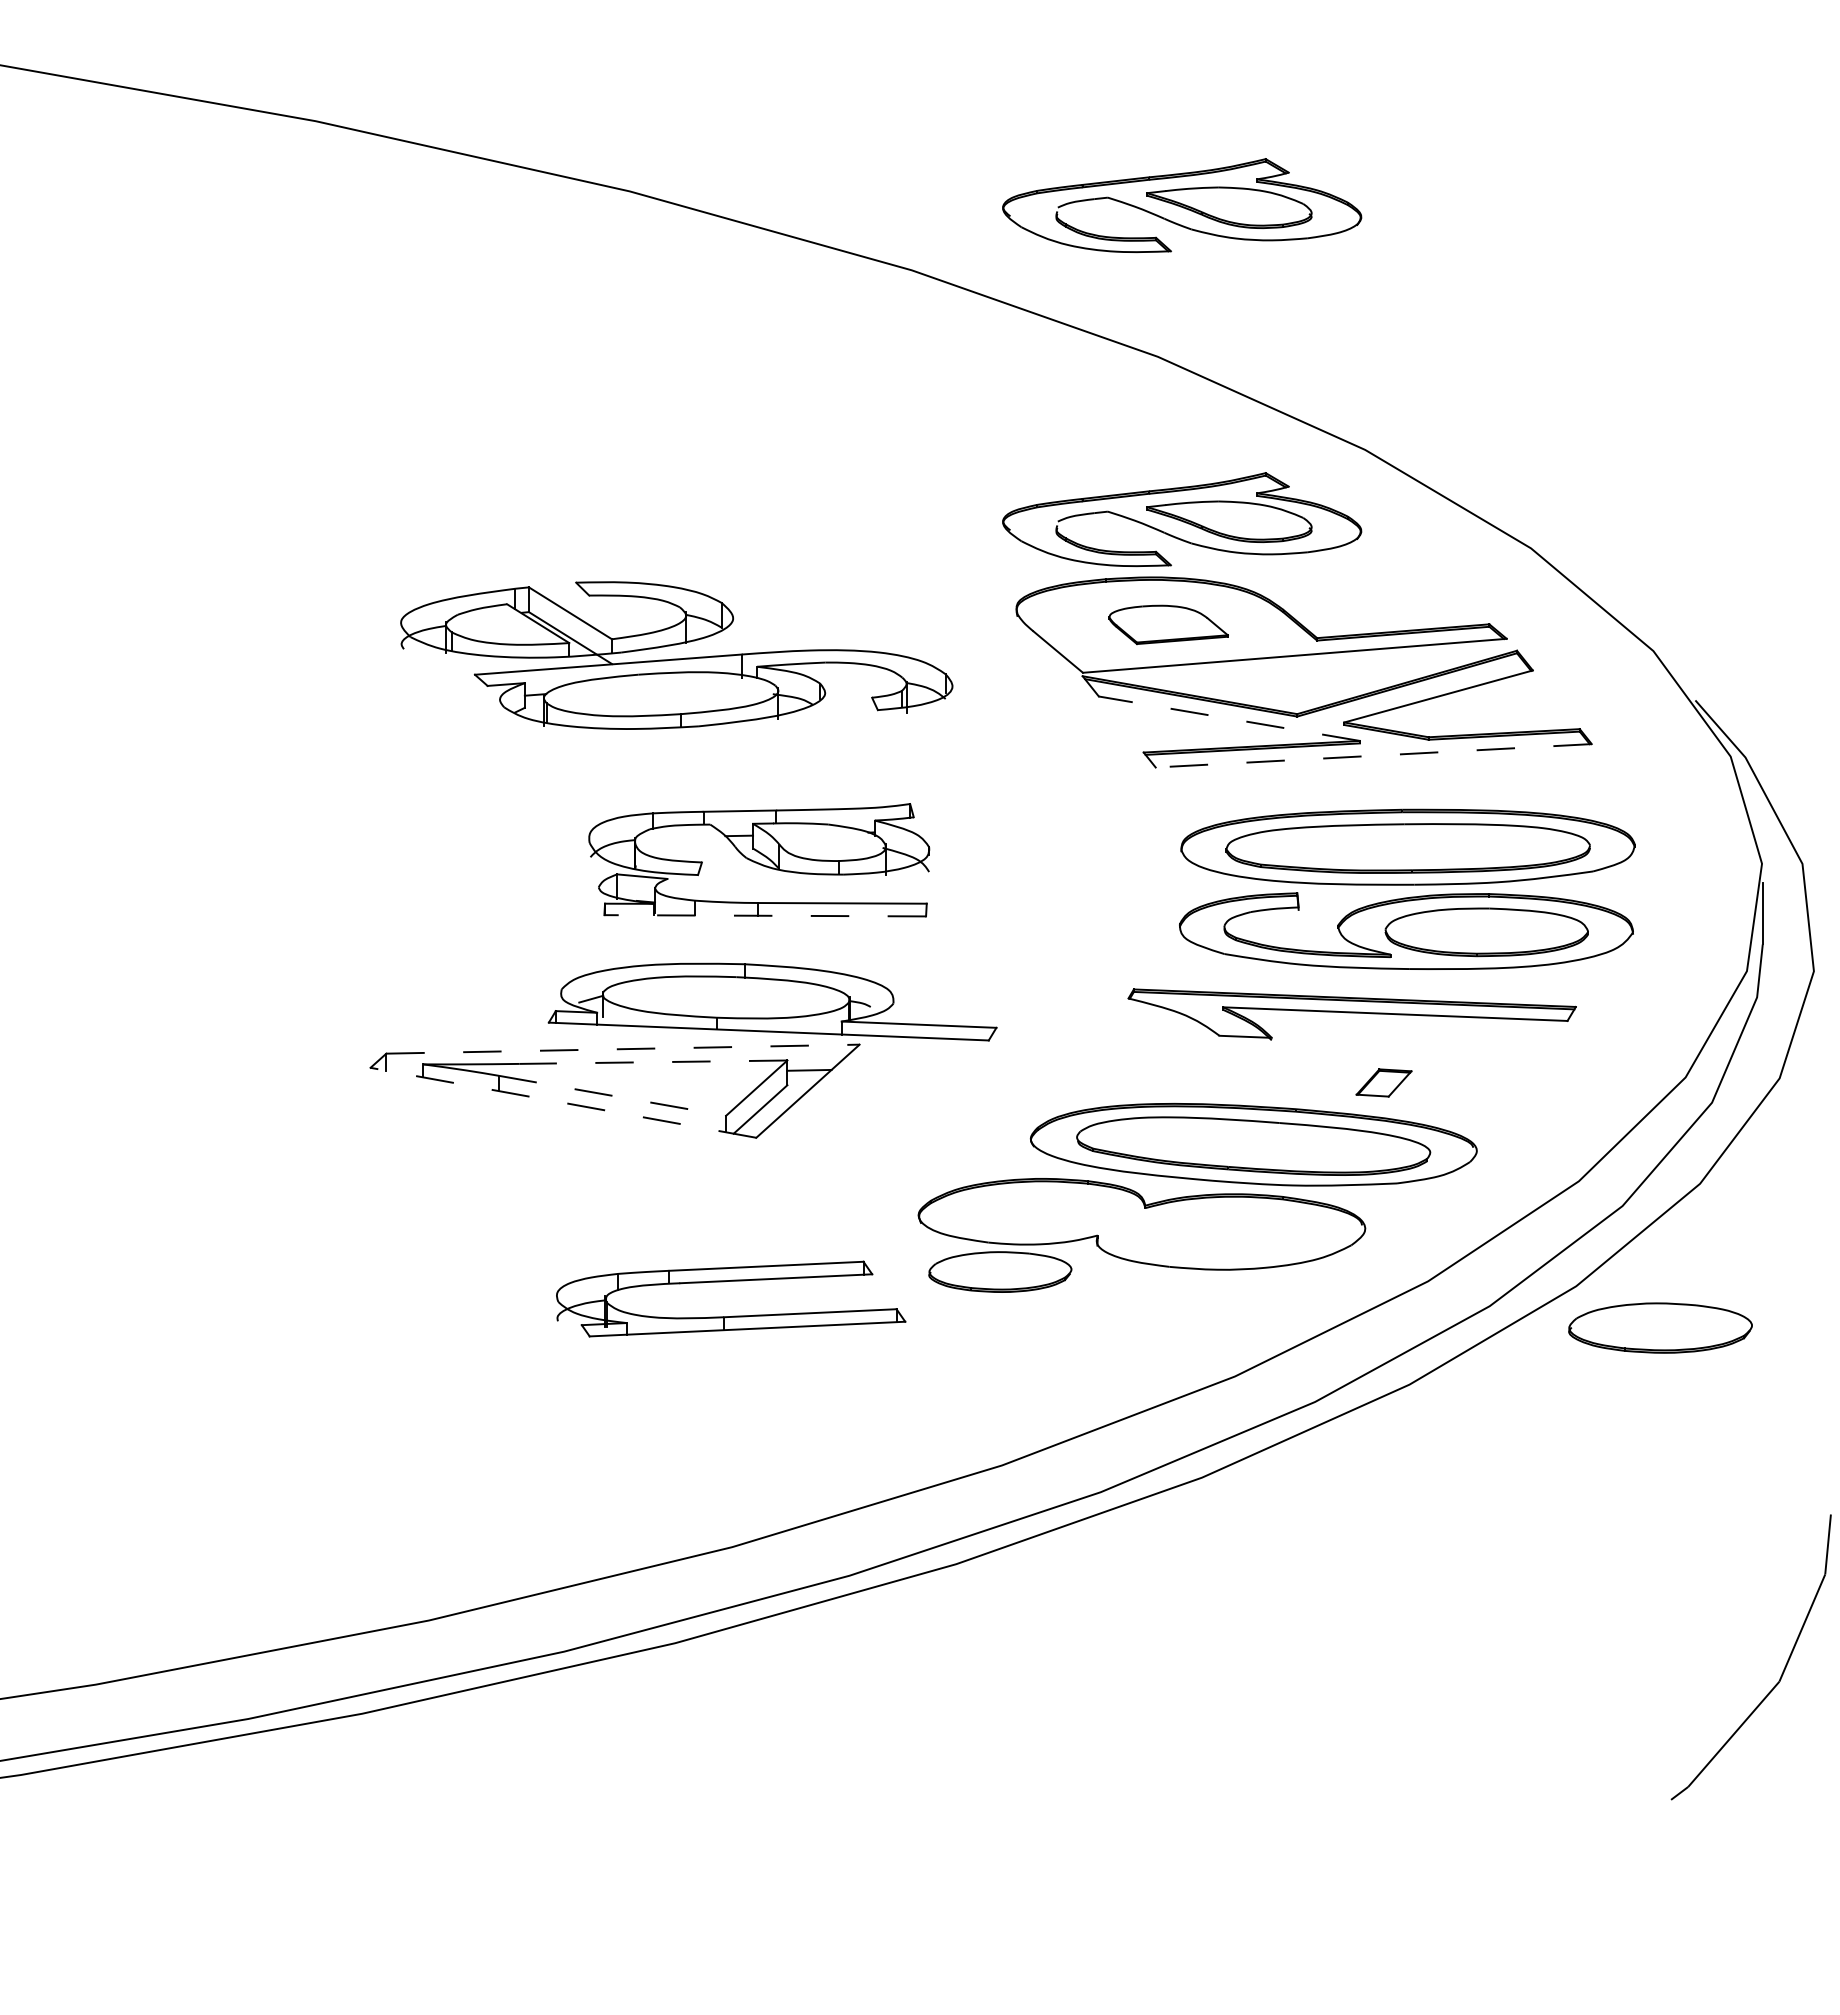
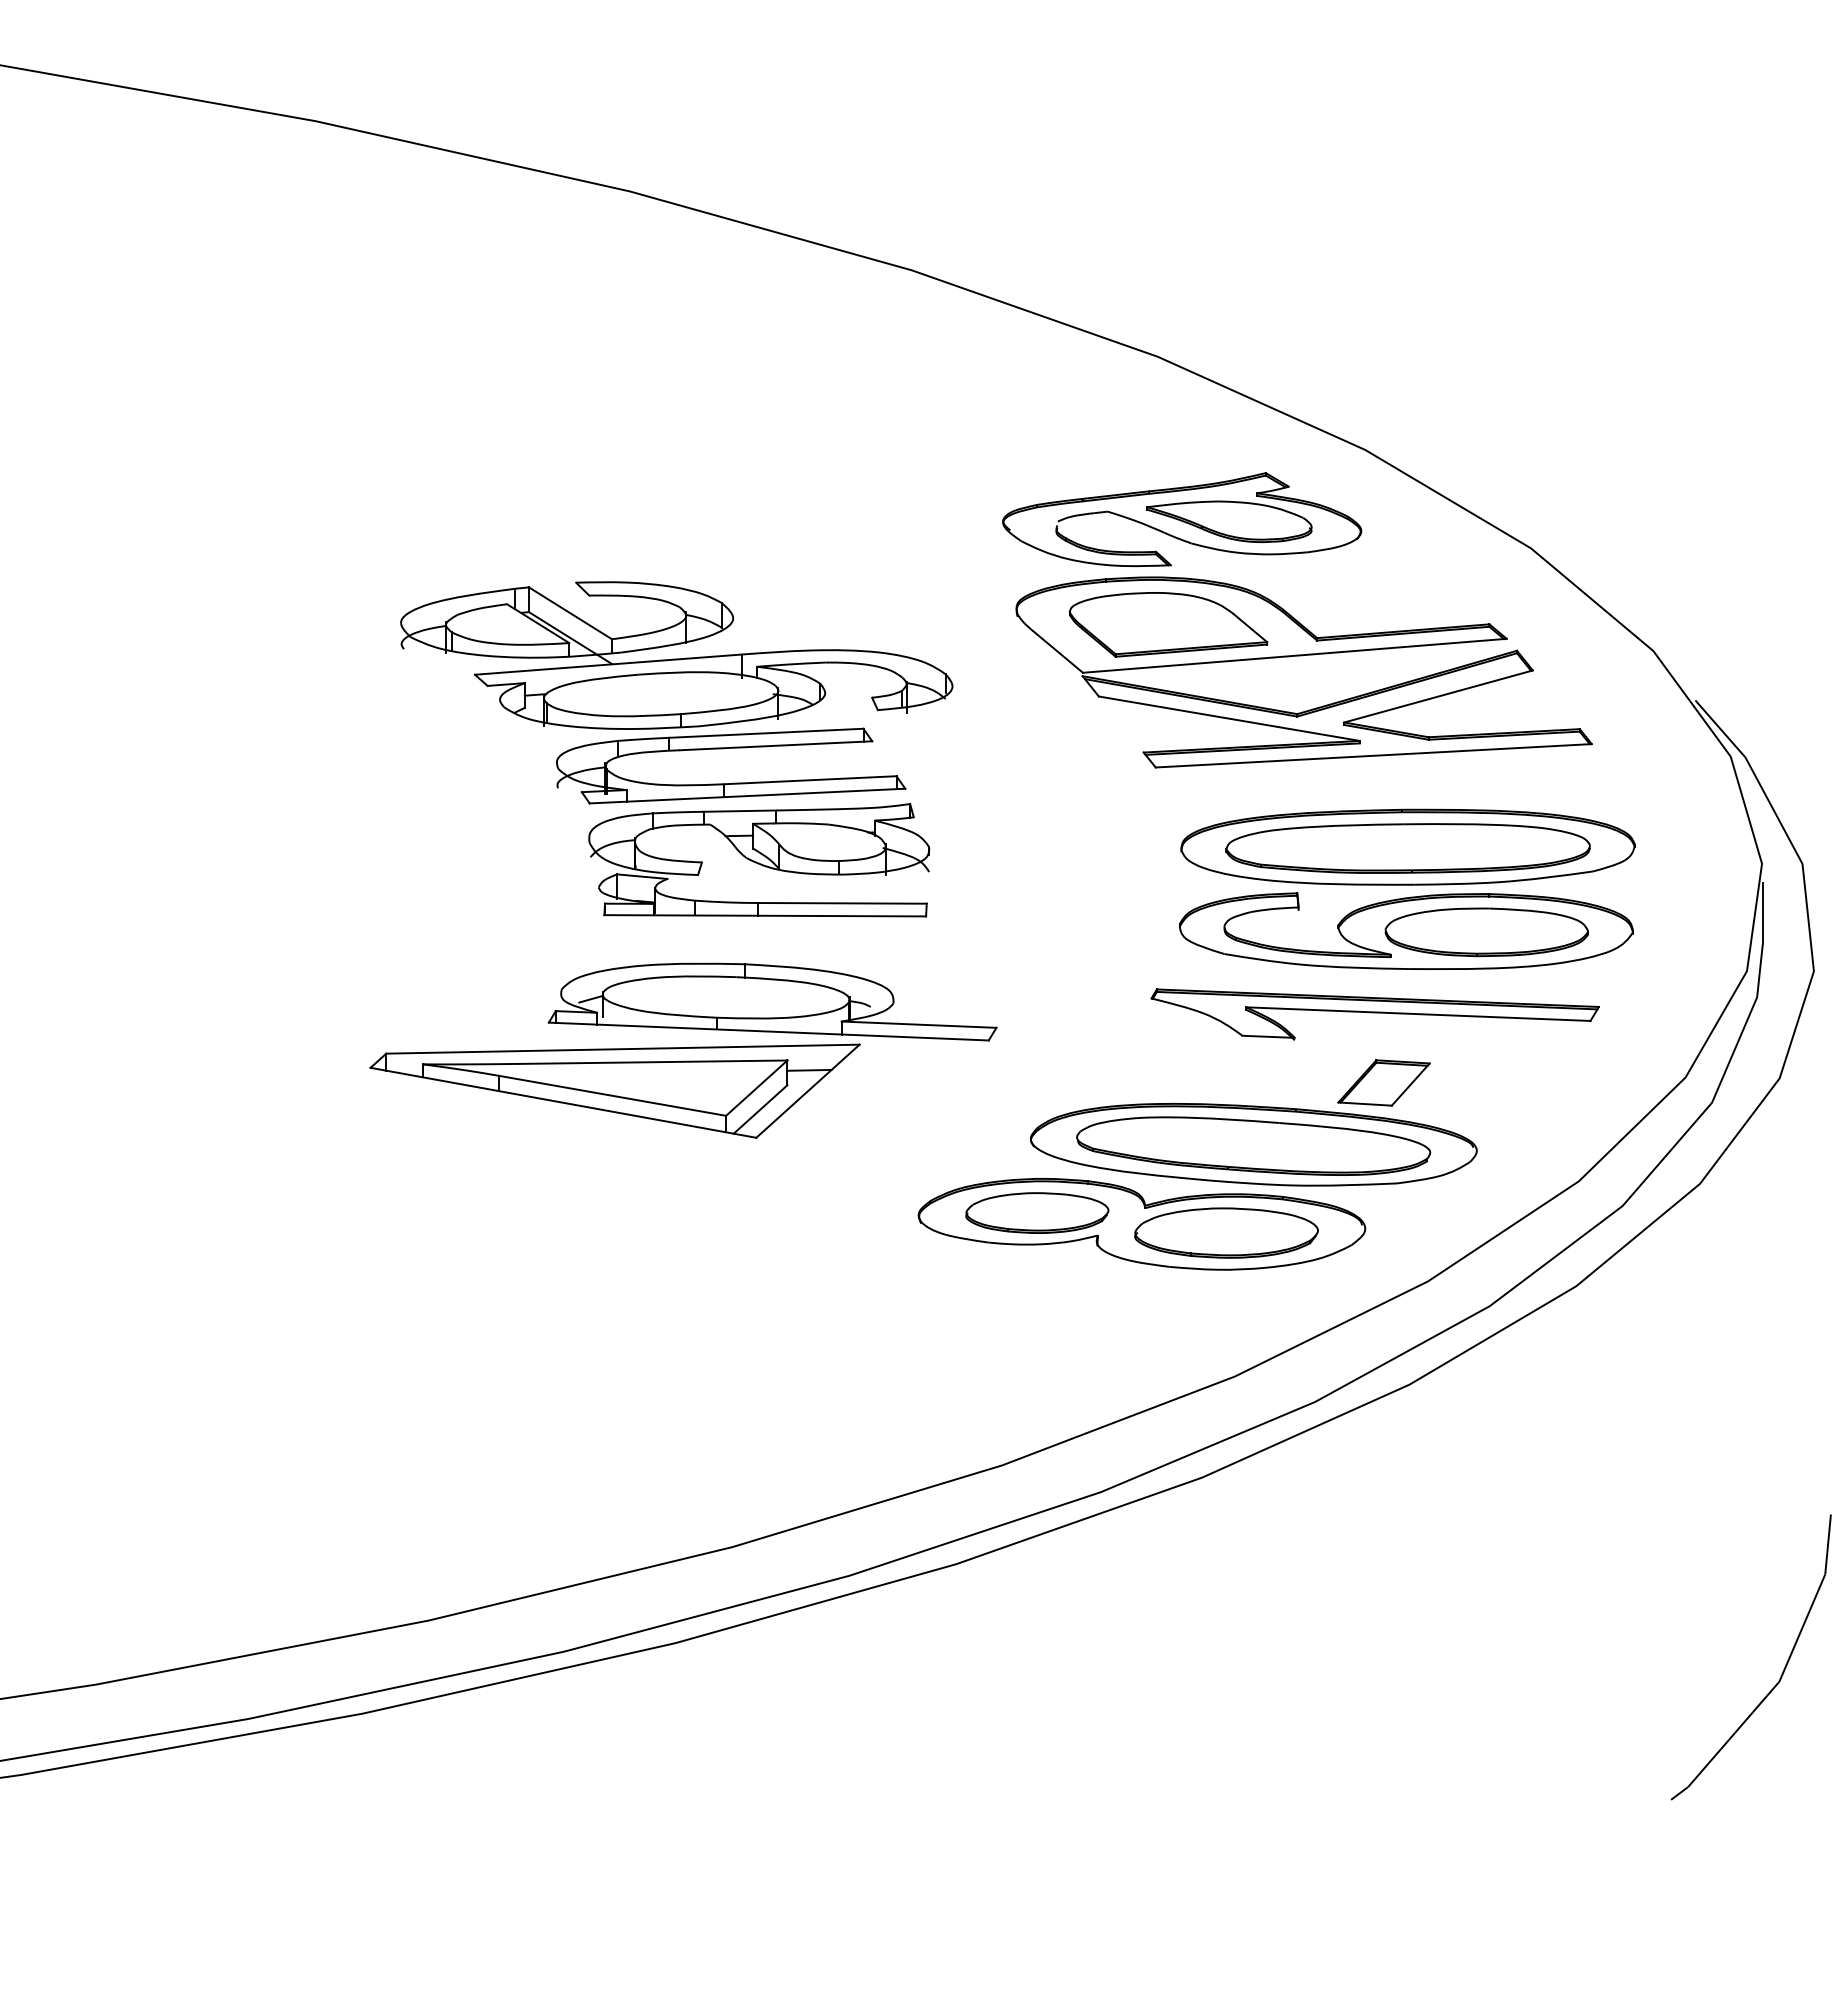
part at (1182, 205): present -> none
part at (1168, 624) size: 121x42 px -> 200x66 px
line at (1228, 718): dashed -> solid
line at (1373, 755): dashed -> solid
line at (765, 915): dashed -> solid
part at (1351, 1014) position: (1351, 1014) -> (1374, 1014)
line at (622, 1049): dashed -> solid
line at (653, 1062): dashed -> solid
part at (1383, 1082) size: 58x30 px -> 94x48 px
line at (613, 1095): dashed -> solid
line at (562, 1102): dashed -> solid
part at (1000, 1271) position: (1000, 1271) -> (1037, 1212)
part at (731, 1281) position: (731, 1281) -> (731, 748)
part at (1660, 1327) position: (1660, 1327) -> (1226, 1232)
